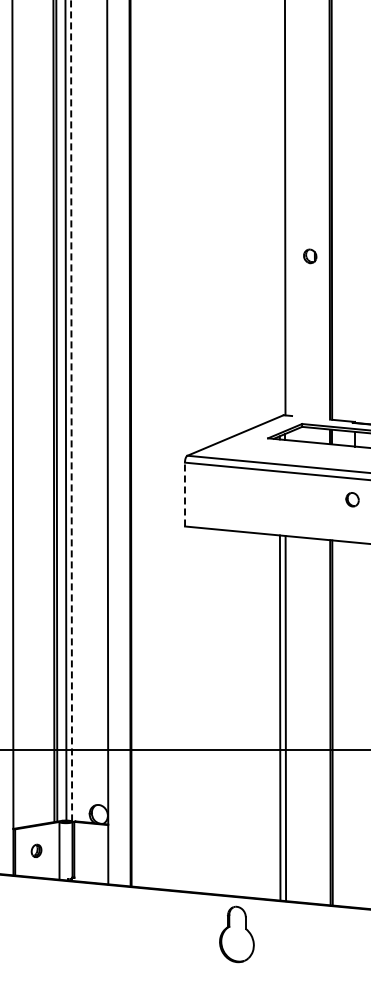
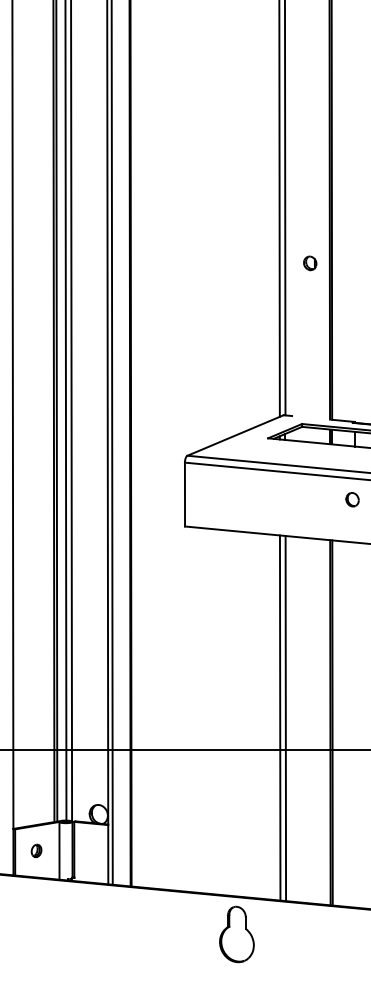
line at (279, 209): none -> present
part at (310, 256) position: (310, 256) -> (310, 263)
line at (71, 410): dashed -> solid
line at (111, 443): none -> present
line at (184, 494): dashed -> solid
